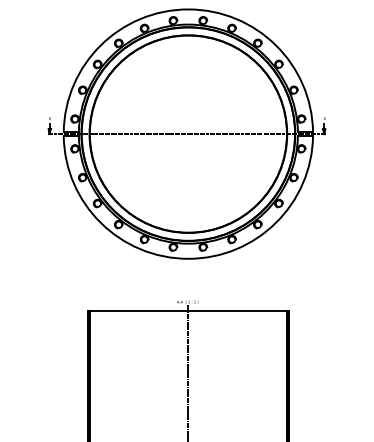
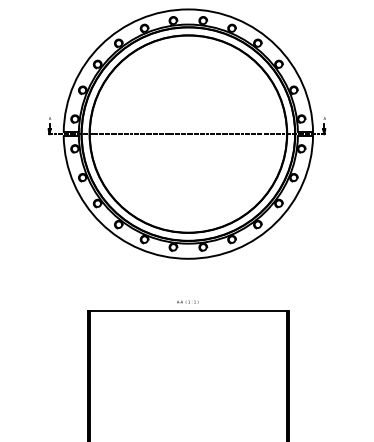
line at (188, 371): present -> none
